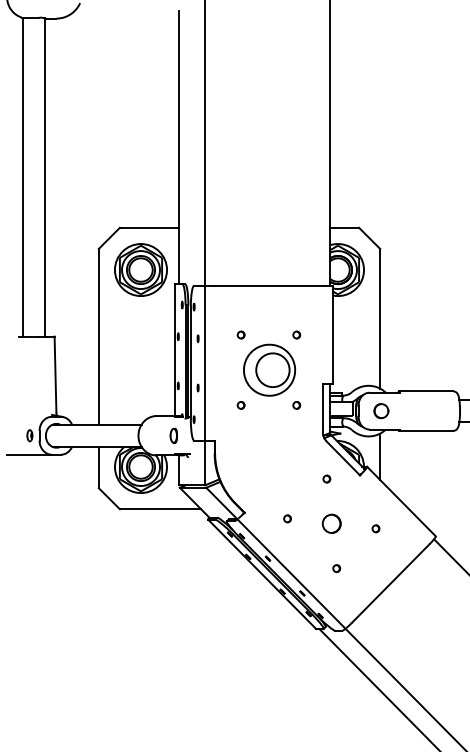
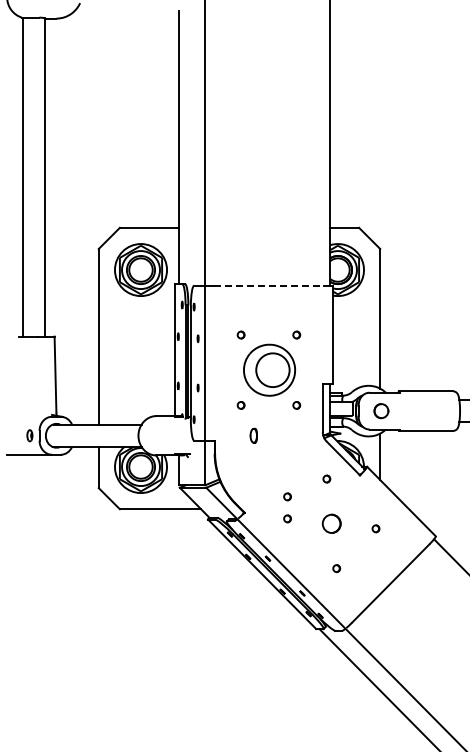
line at (268, 285): solid -> dashed
part at (173, 435) position: (173, 435) -> (253, 435)
part at (287, 496): none -> present
